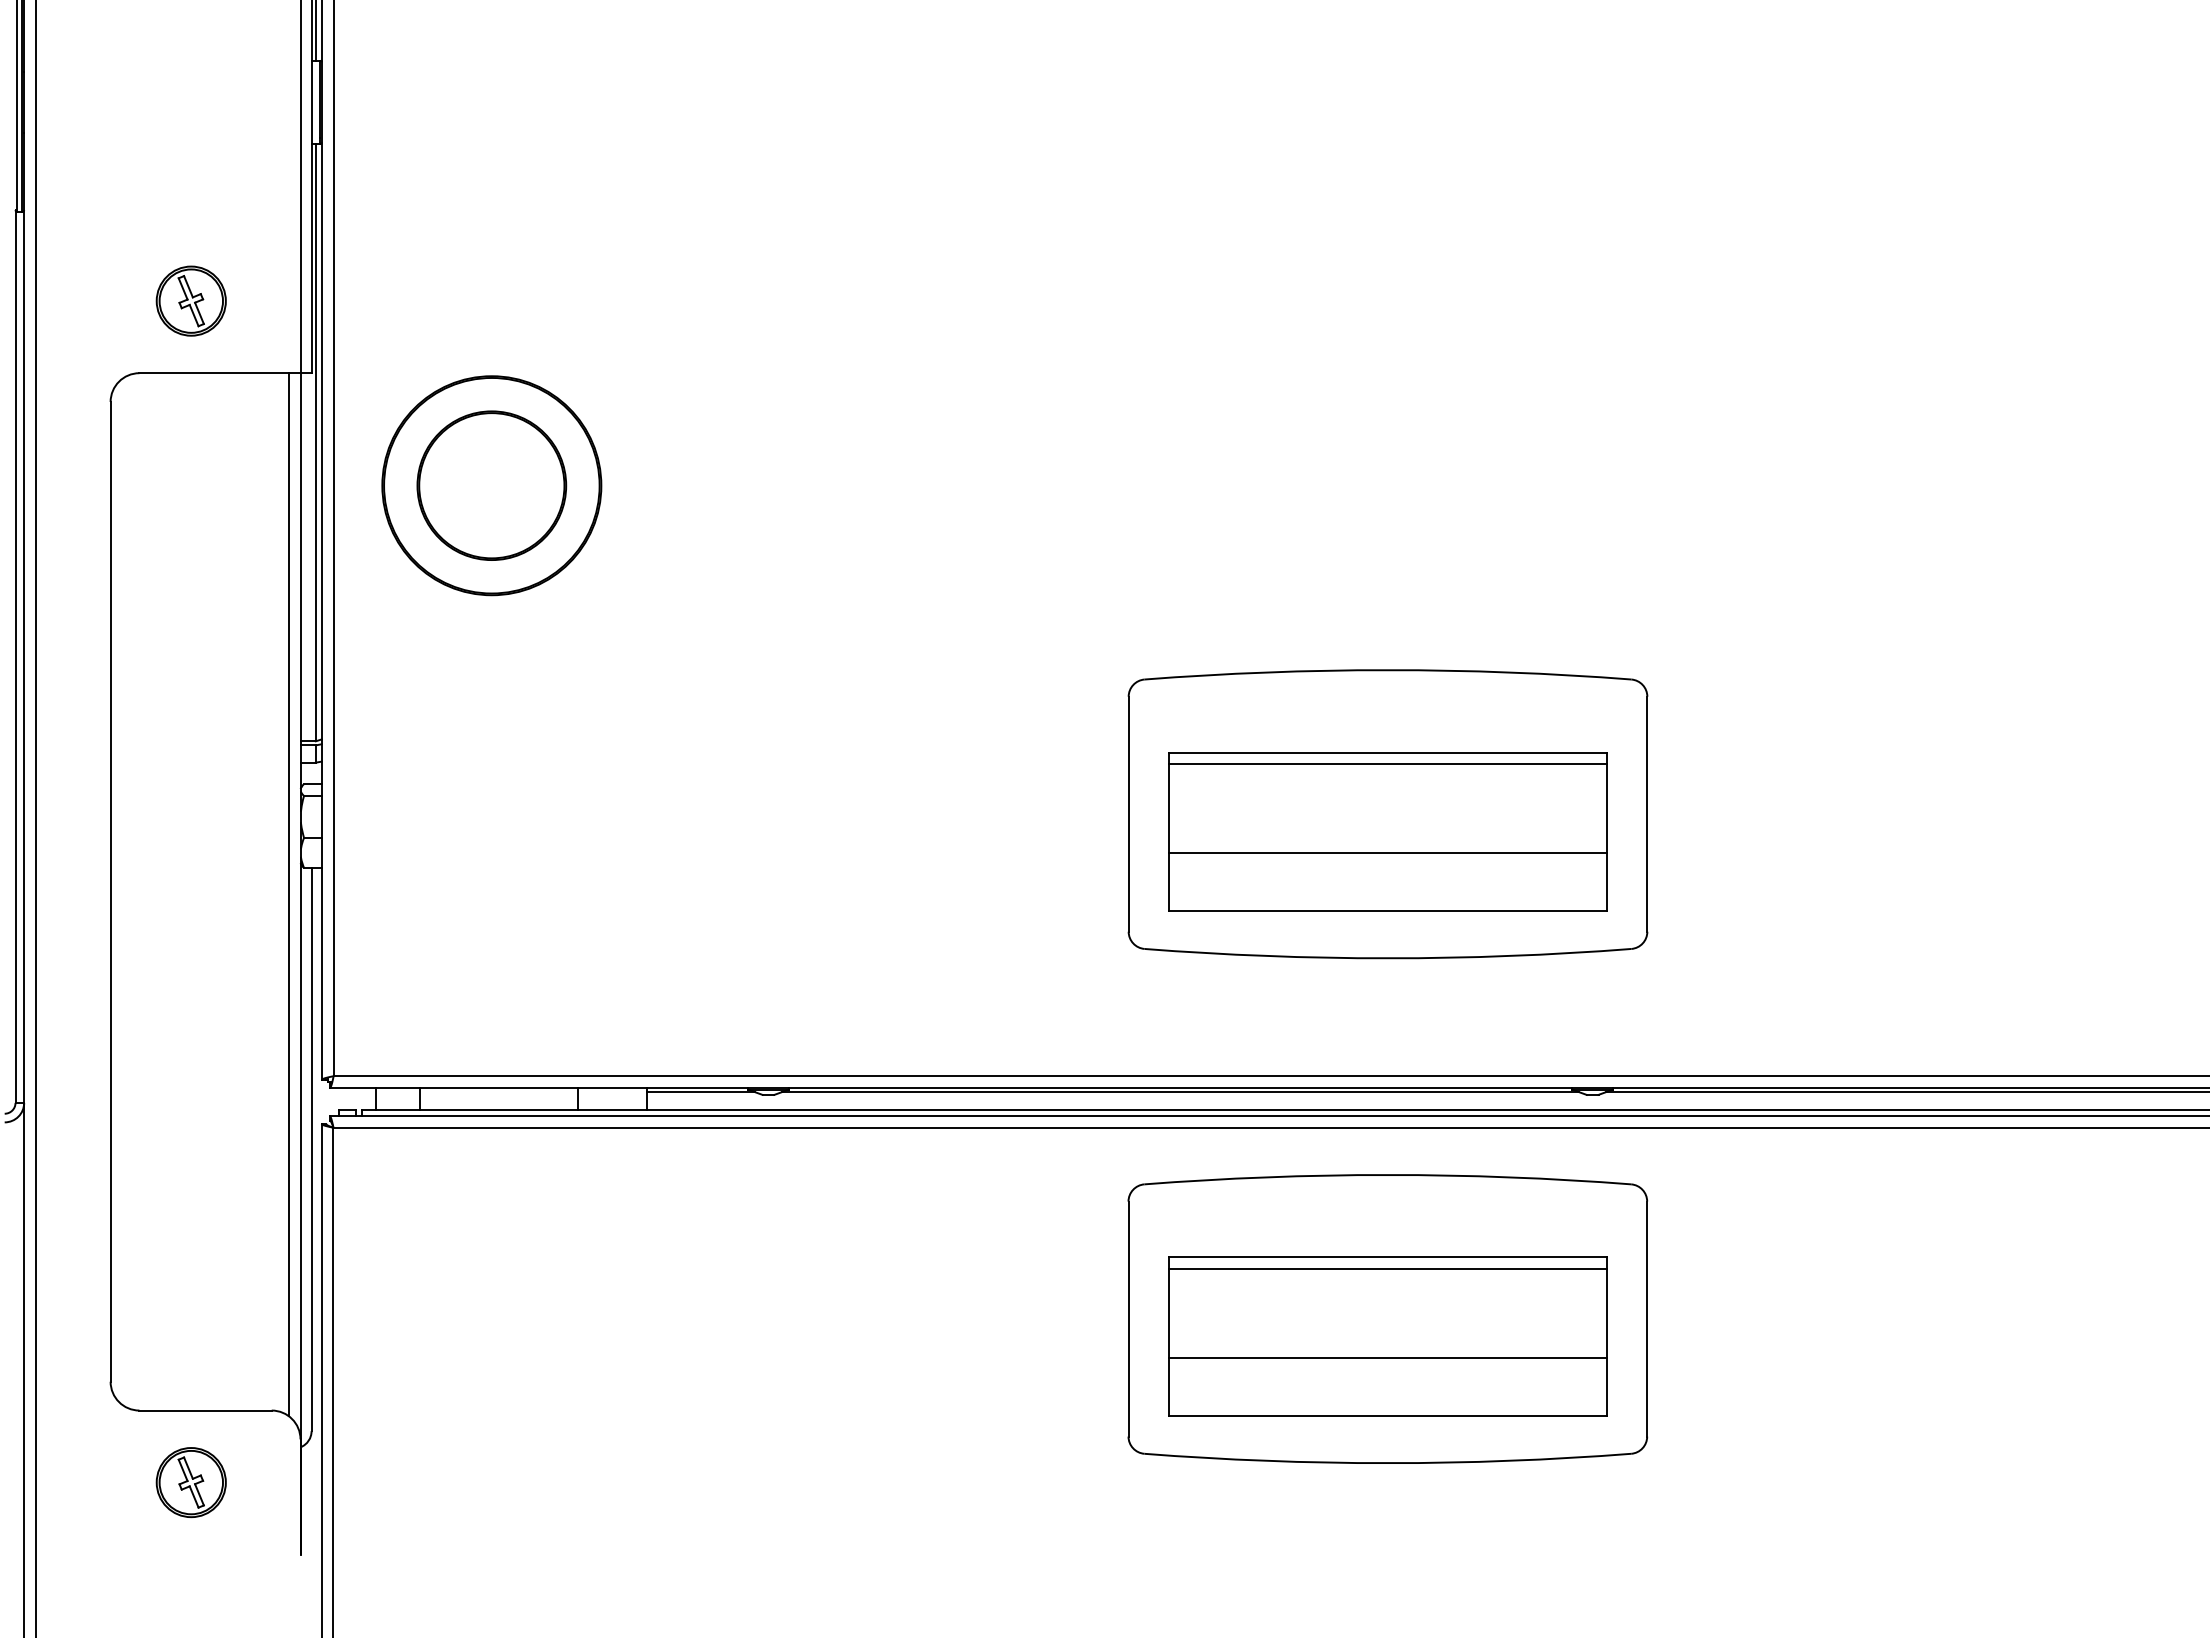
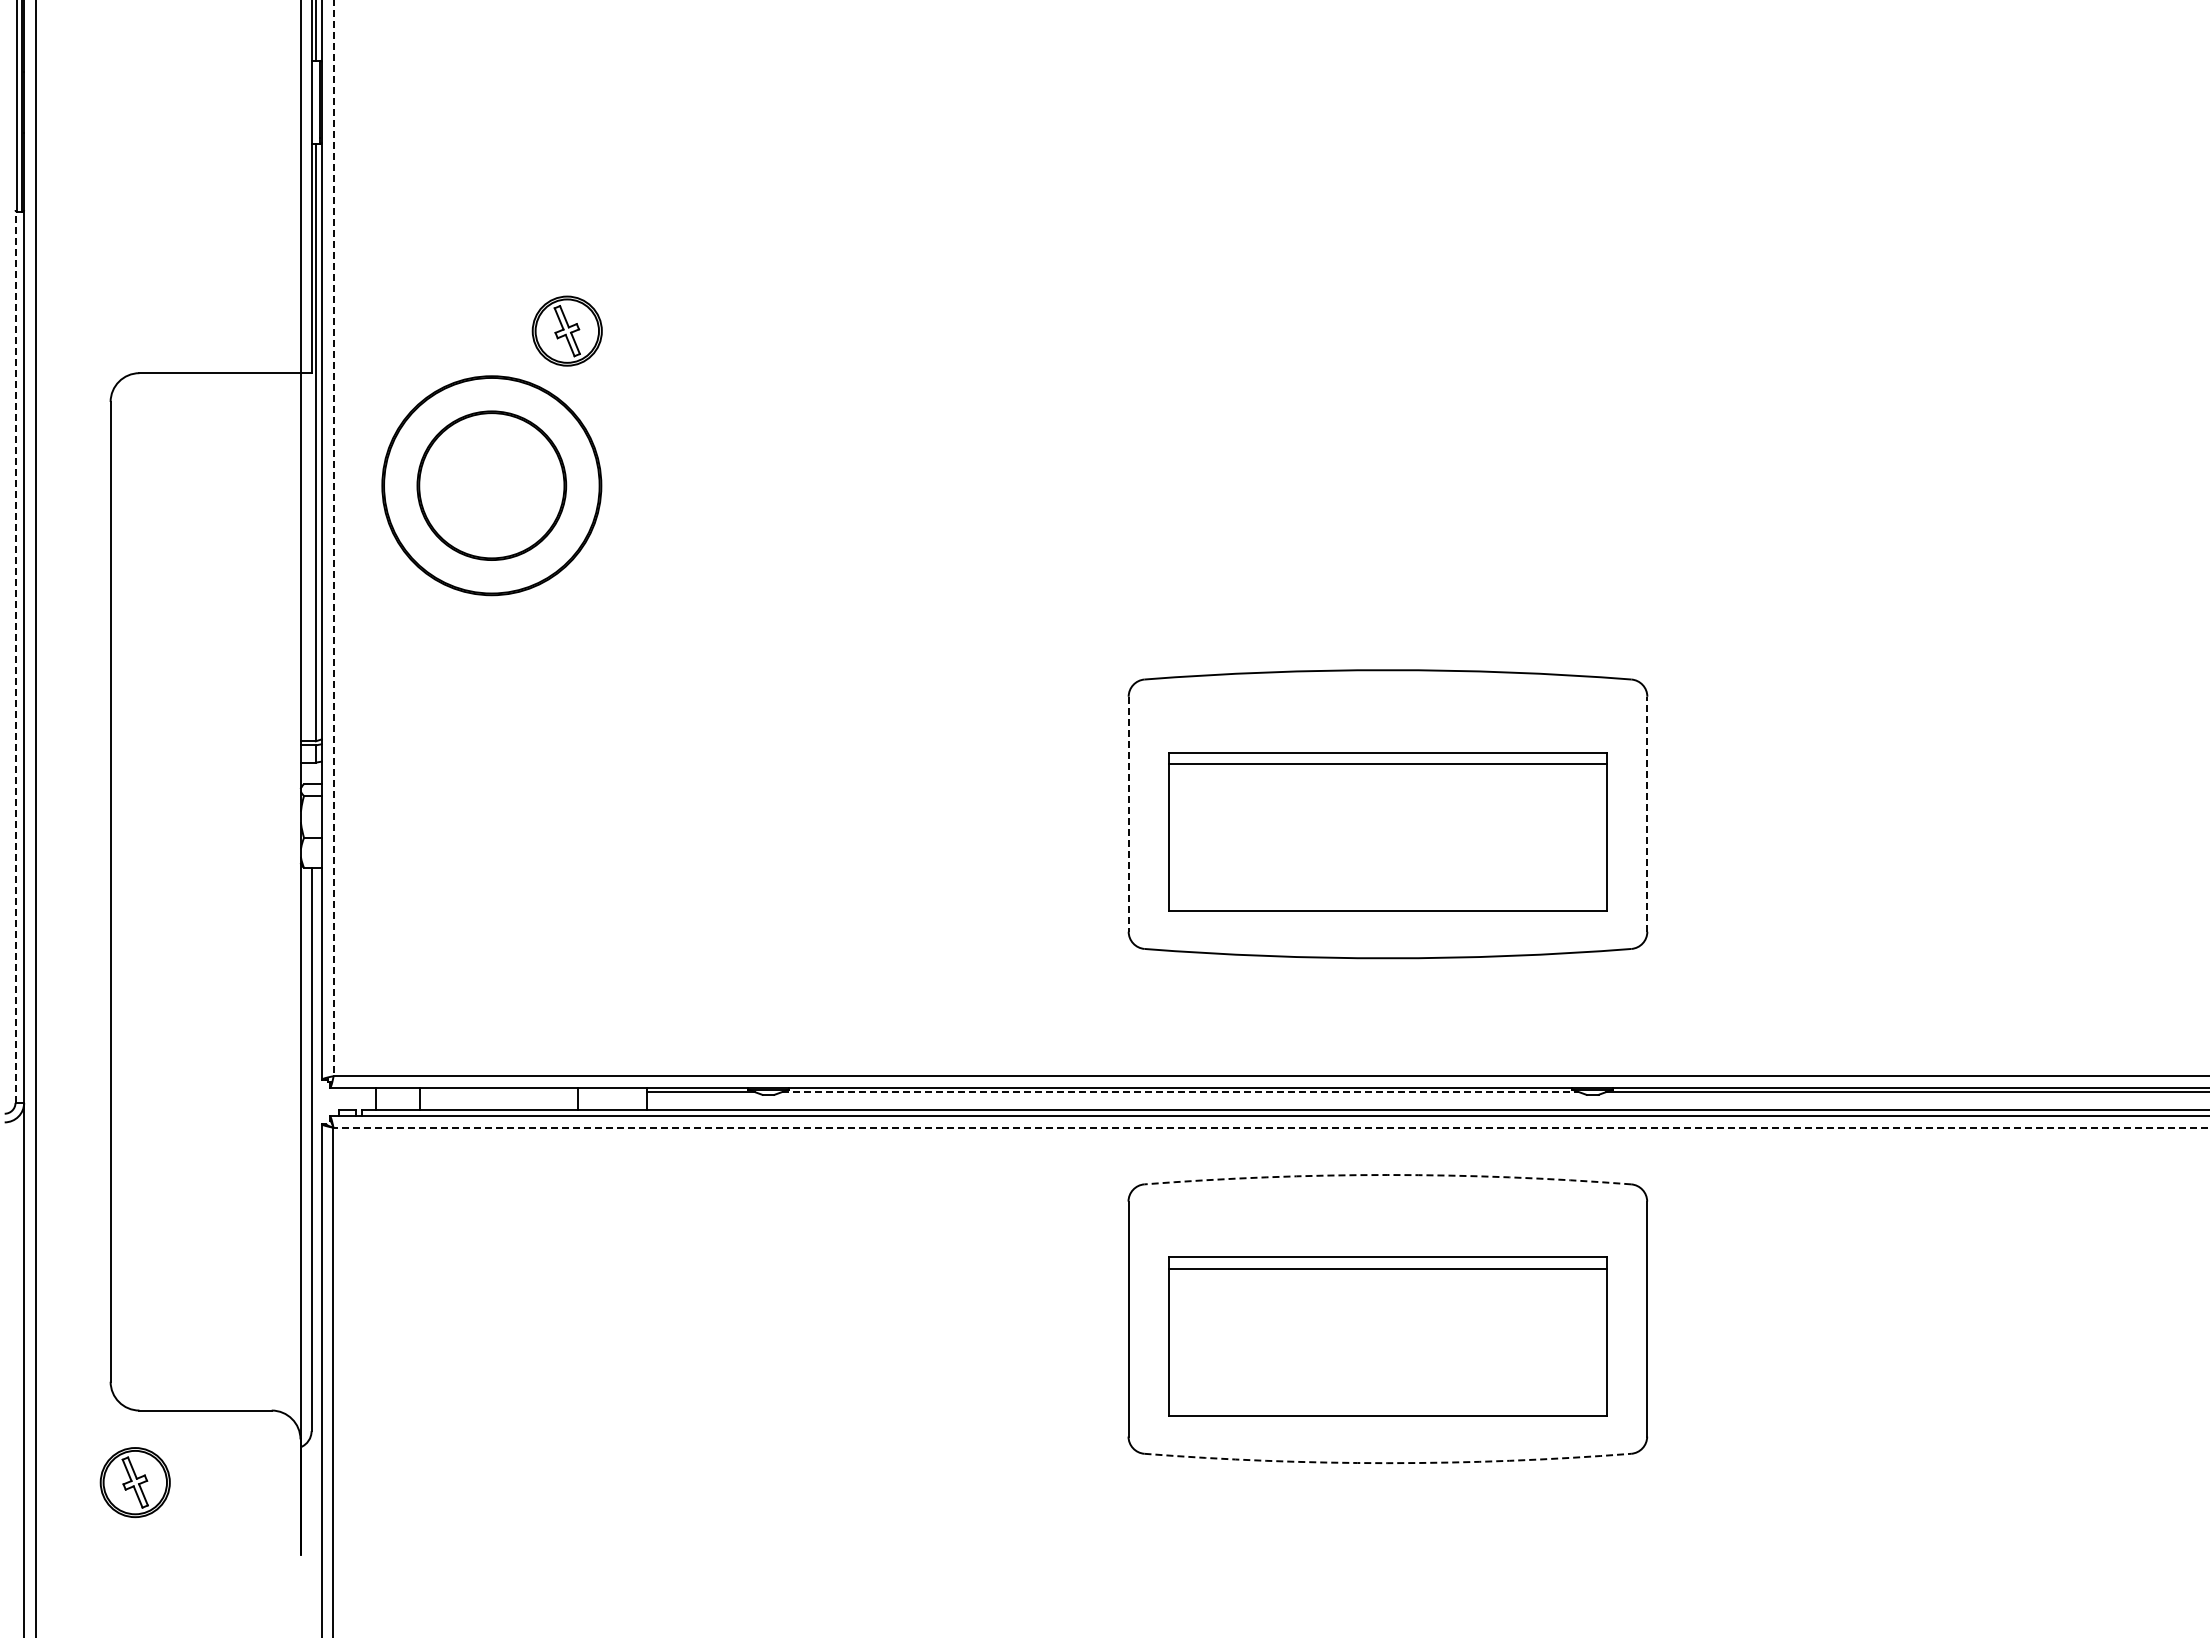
part at (190, 300) position: (190, 300) -> (566, 330)
line at (333, 538): solid -> dashed
line at (15, 656): solid -> dashed
line at (1647, 813): solid -> dashed
line at (1128, 814): solid -> dashed
line at (1388, 853): present -> none
line at (289, 894): present -> none
line at (1180, 1092): solid -> dashed
line at (1271, 1127): solid -> dashed
arc at (1387, 1175): solid -> dashed
line at (1387, 1357): present -> none
arc at (1387, 1463): solid -> dashed
part at (190, 1482) position: (190, 1482) -> (134, 1482)
